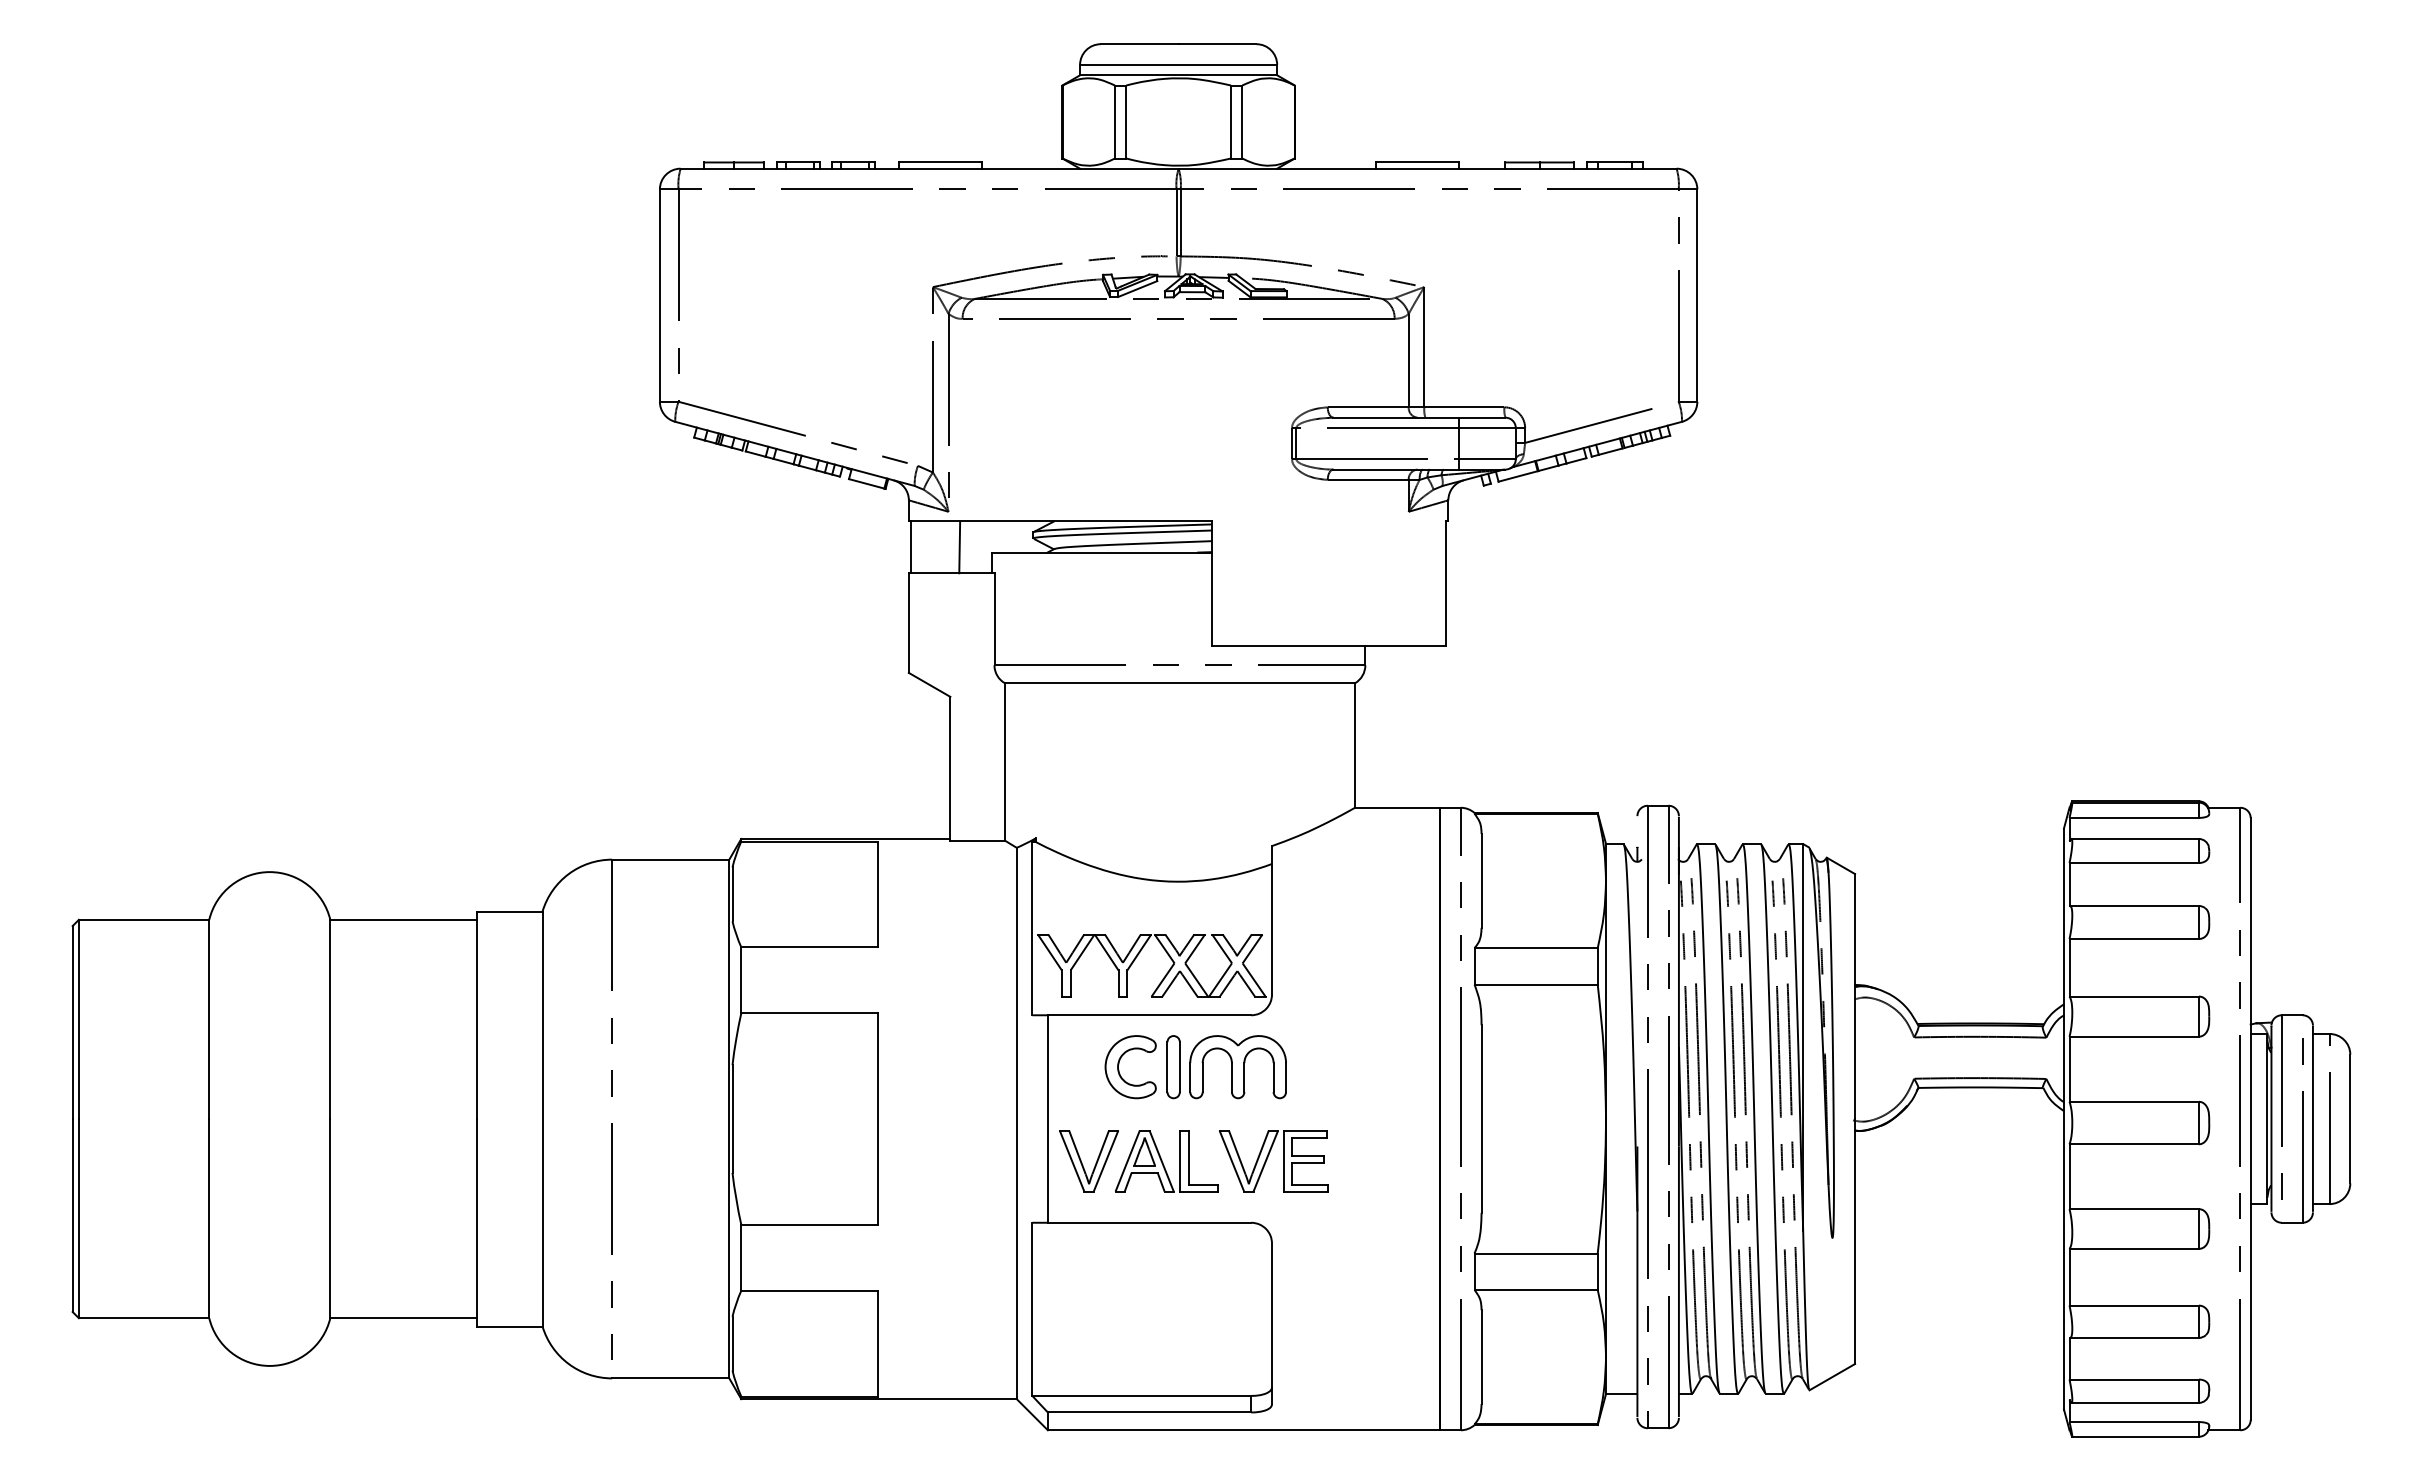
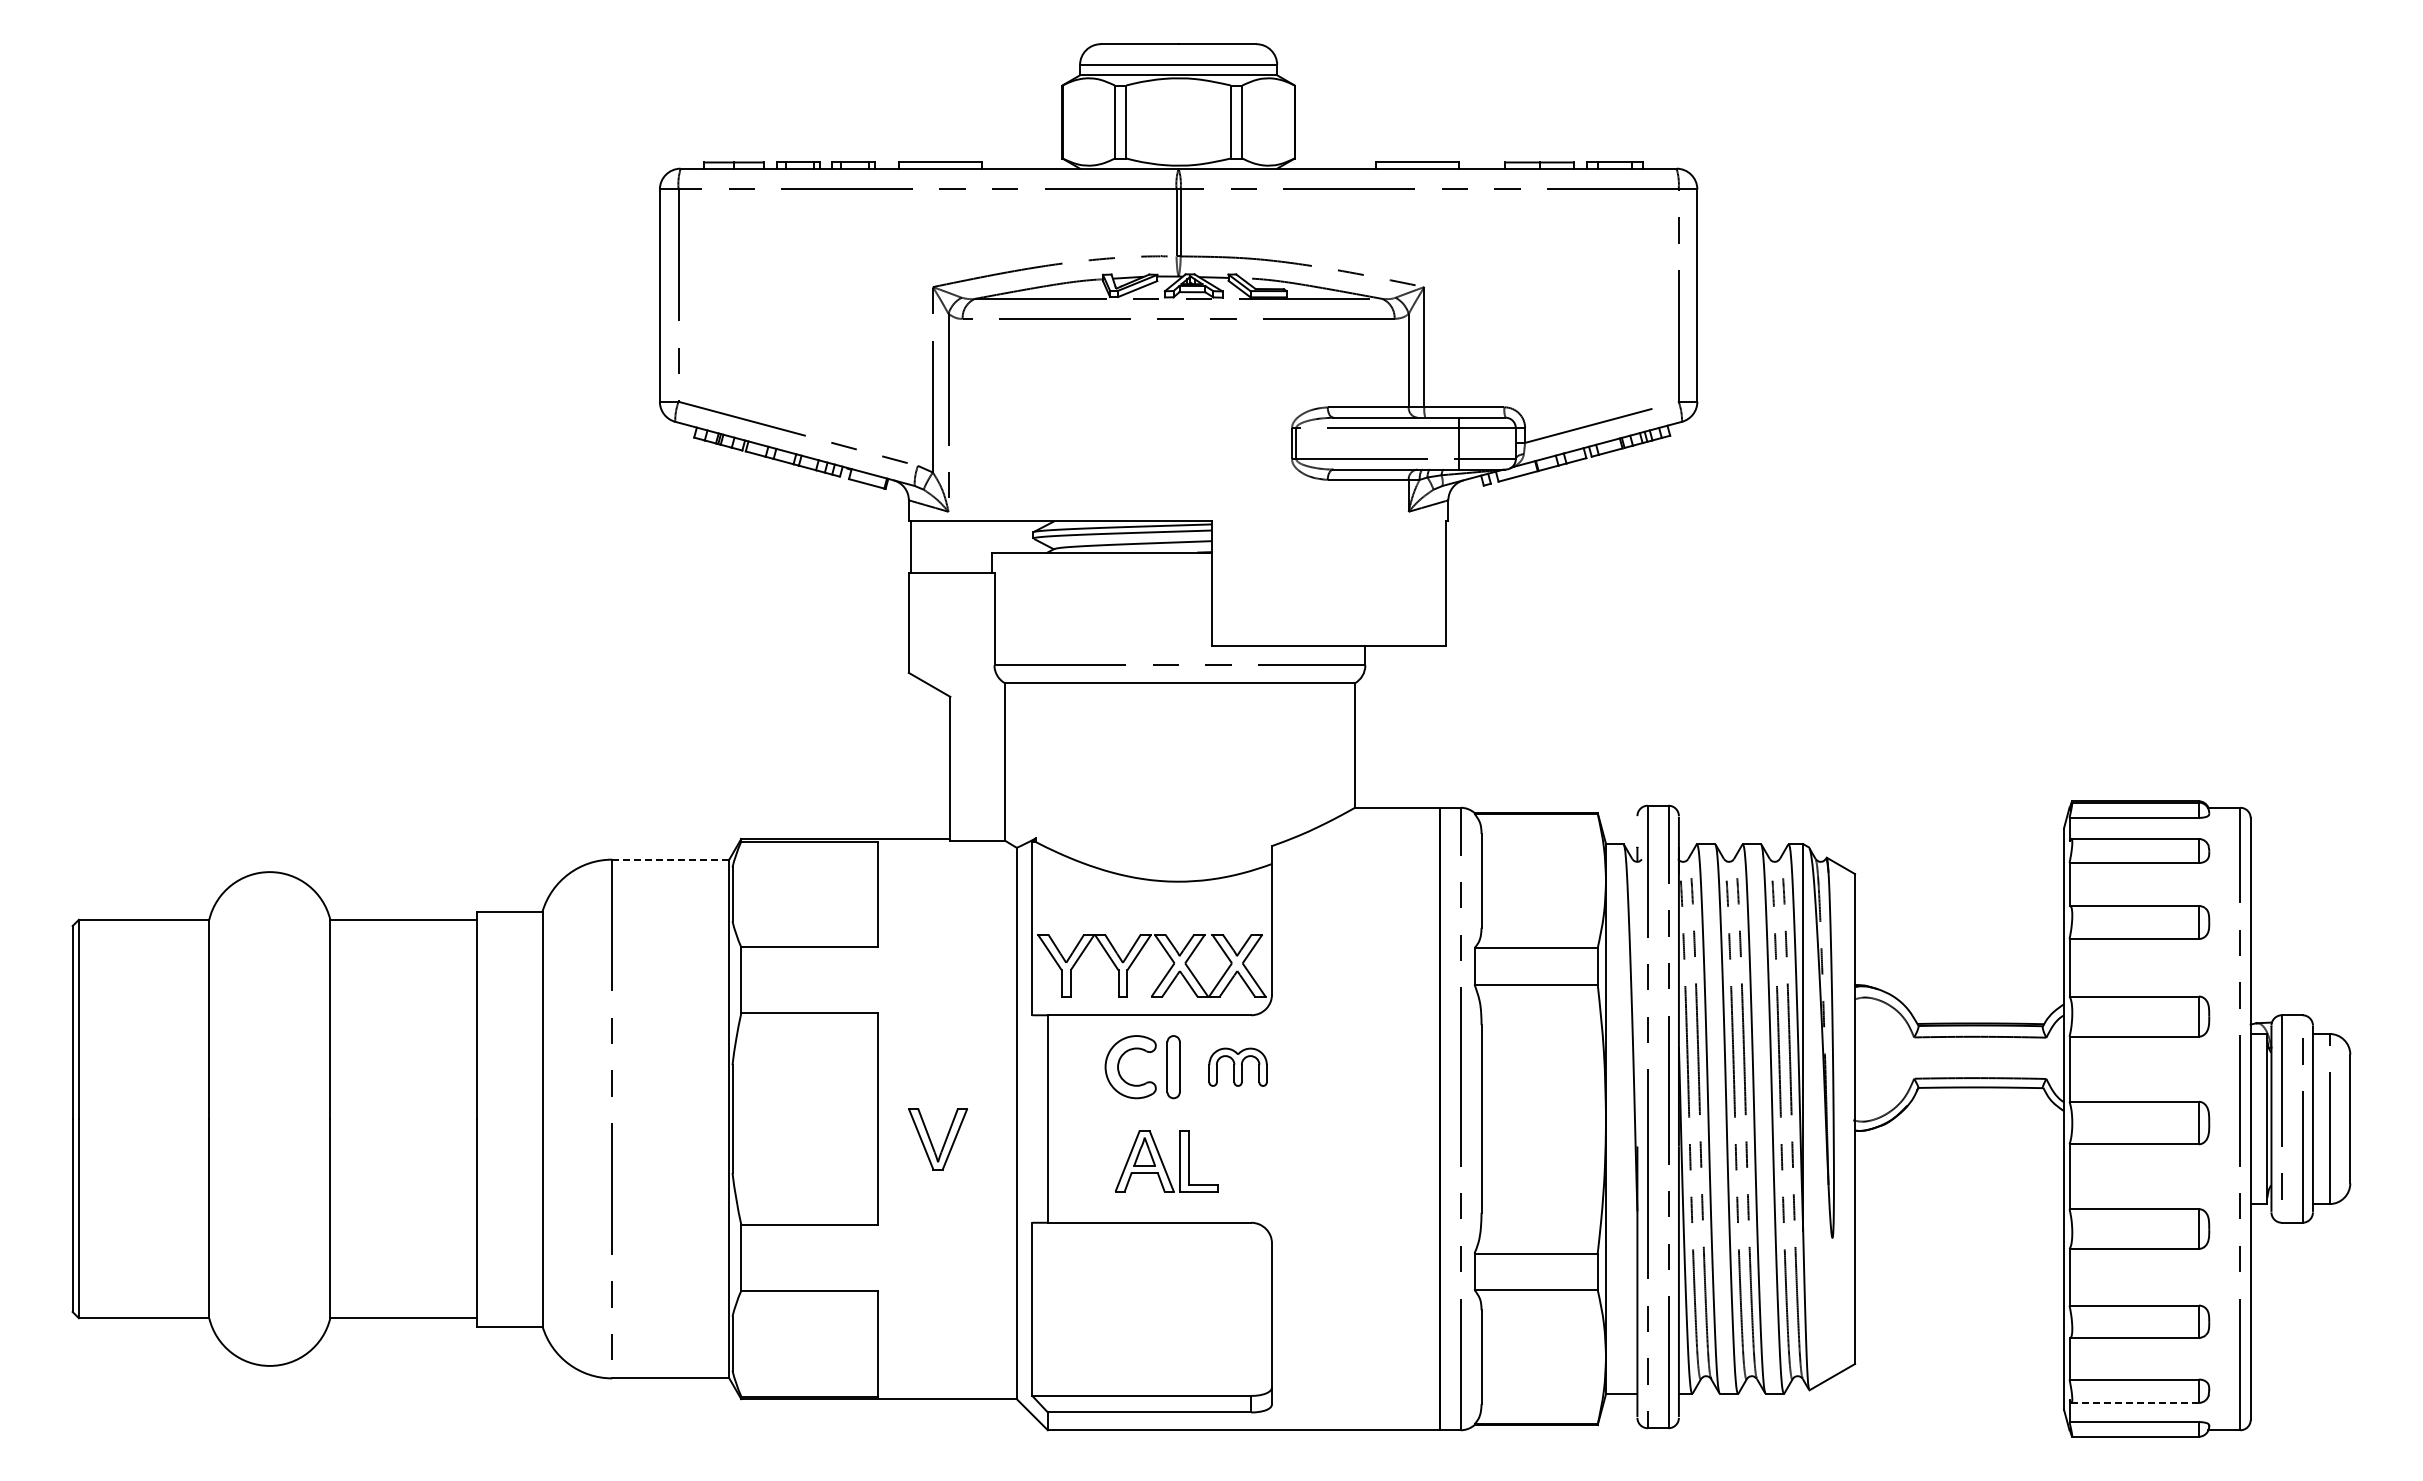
line at (959, 547): present -> none
line at (670, 859): solid -> dashed
part at (1237, 1067) size: 98x65 px -> 60x40 px
part at (1267, 1160): present -> none
part at (1082, 1162) position: (1082, 1162) -> (931, 1140)
line at (2135, 1402): solid -> dashed
